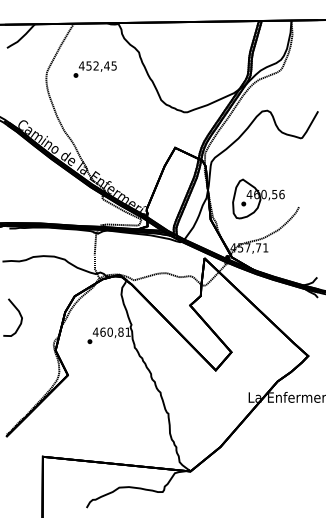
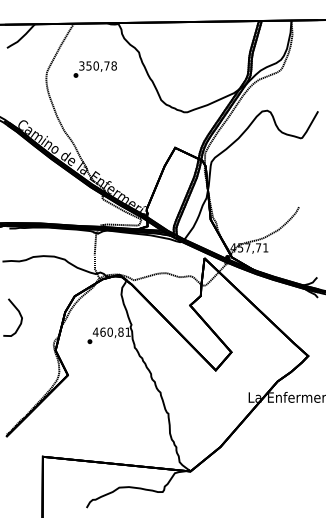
text at (97, 65): 452,45 -> 350,78
part at (258, 198): present -> none
